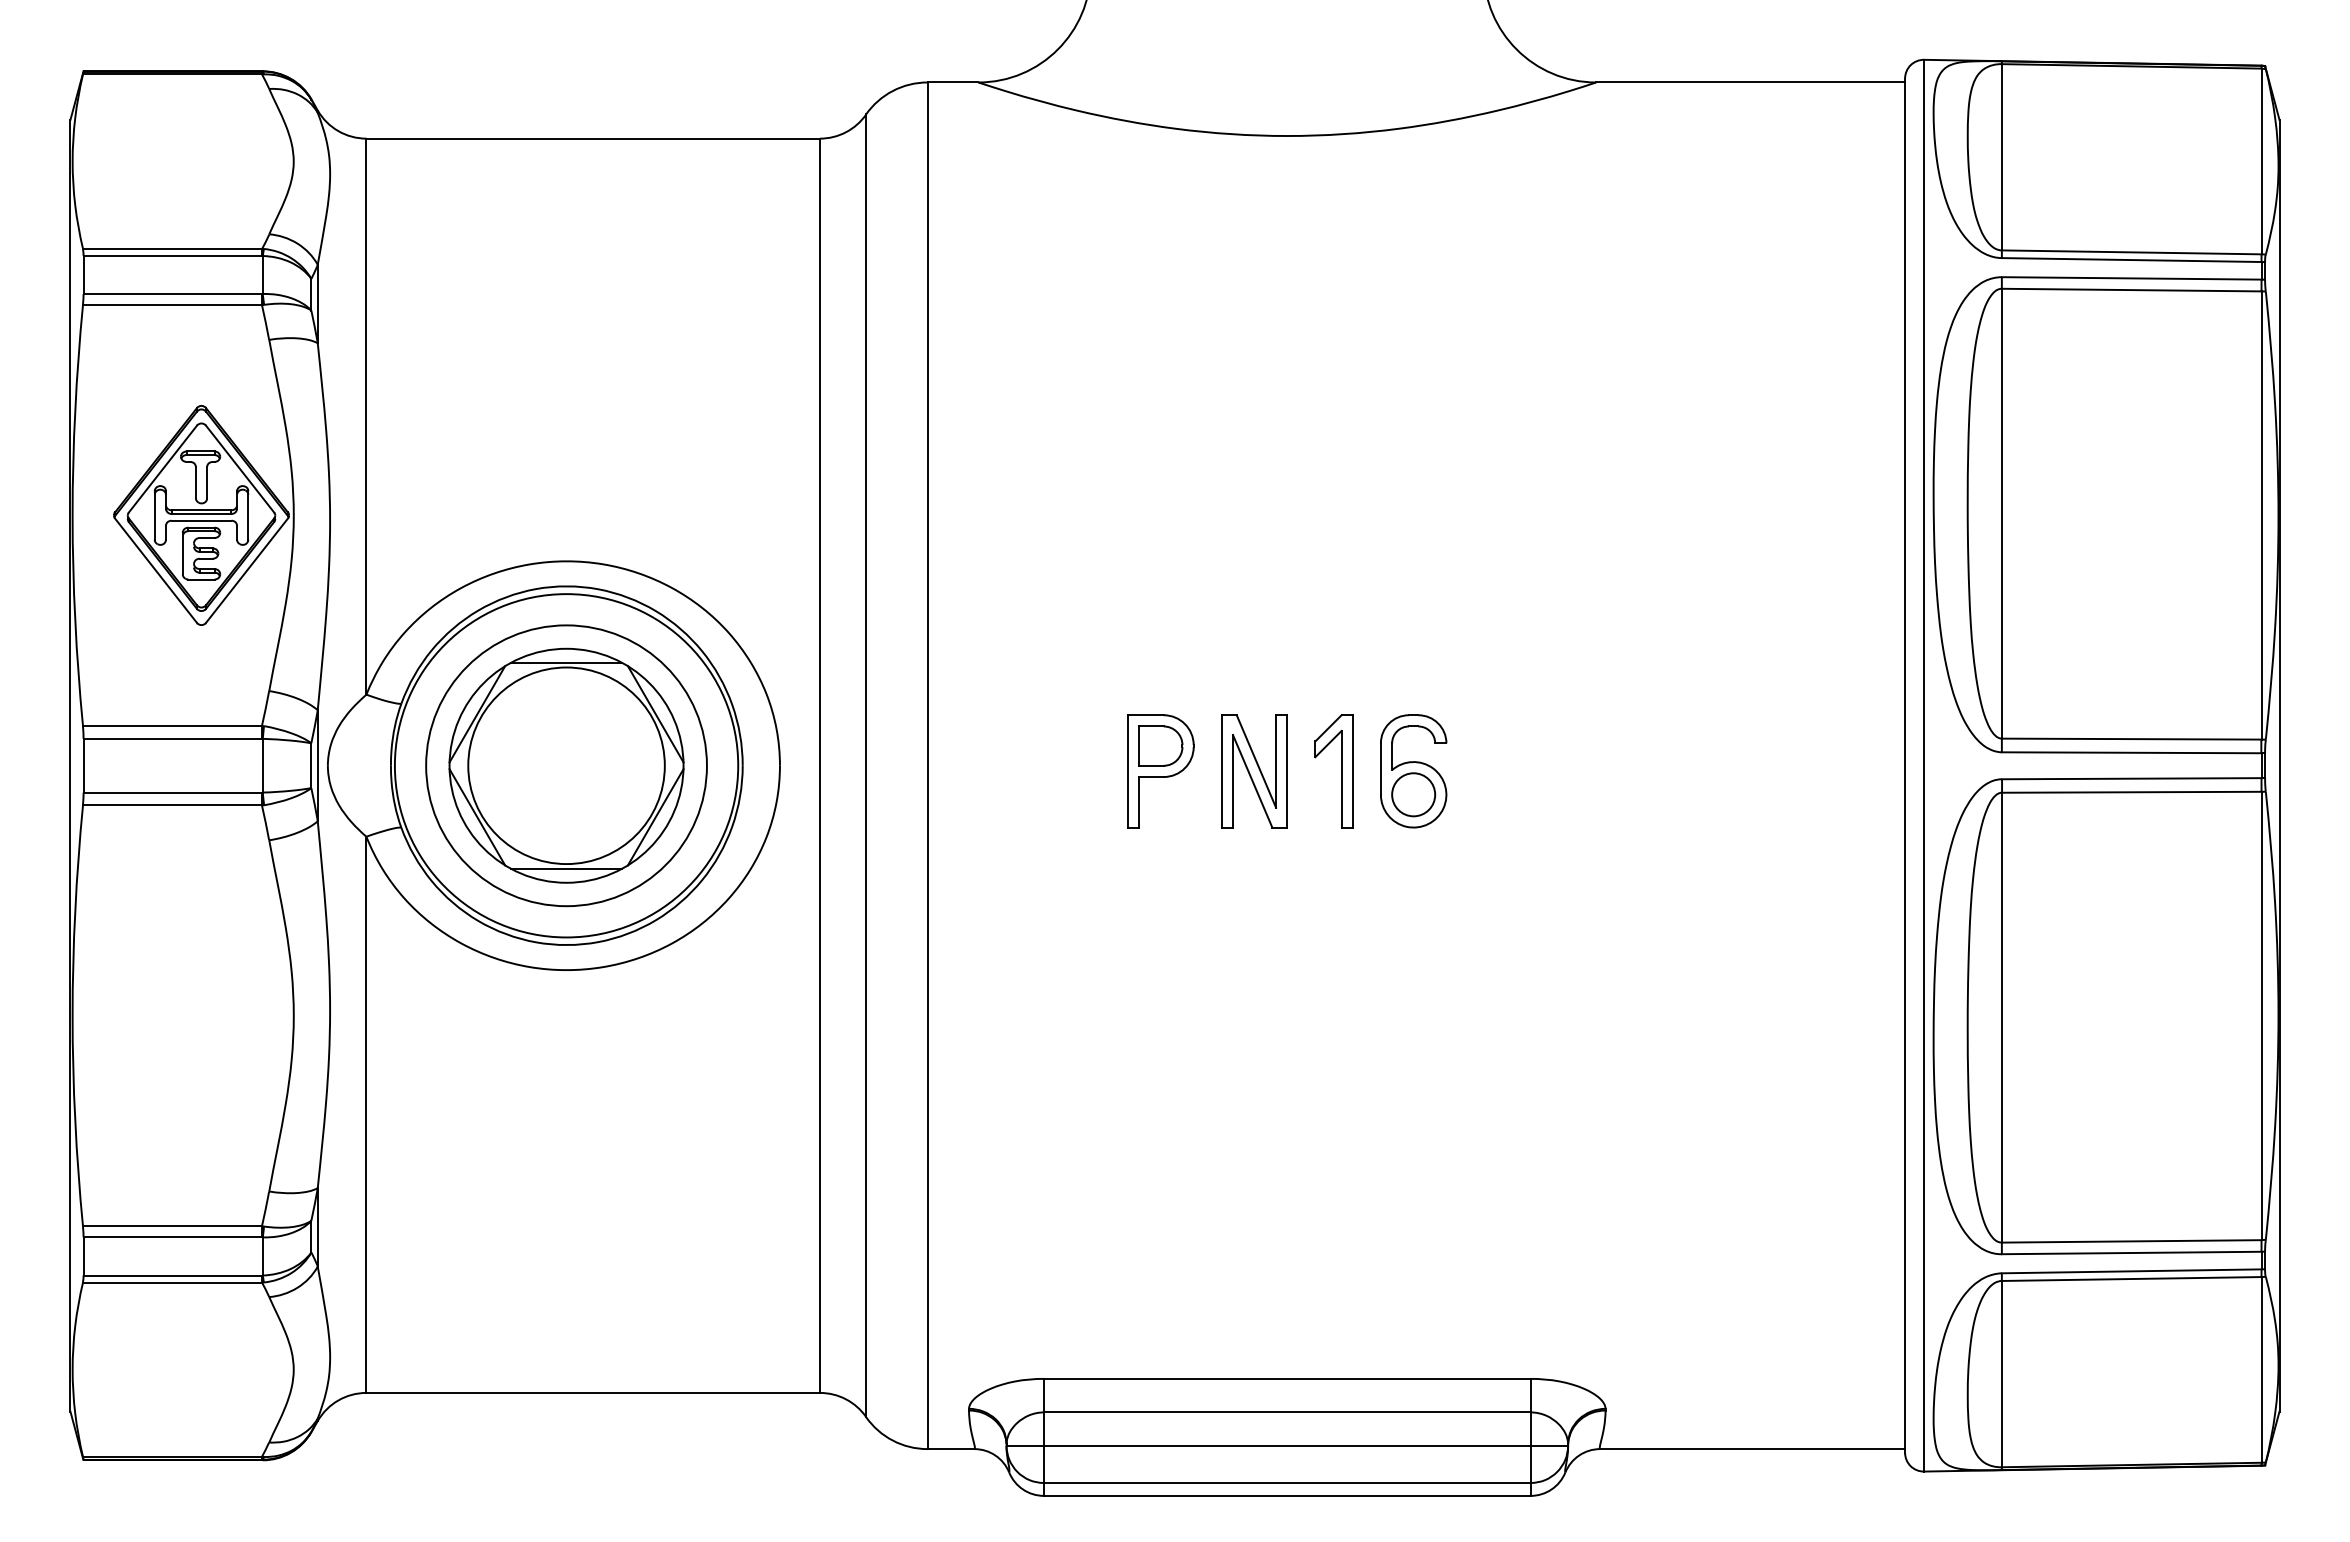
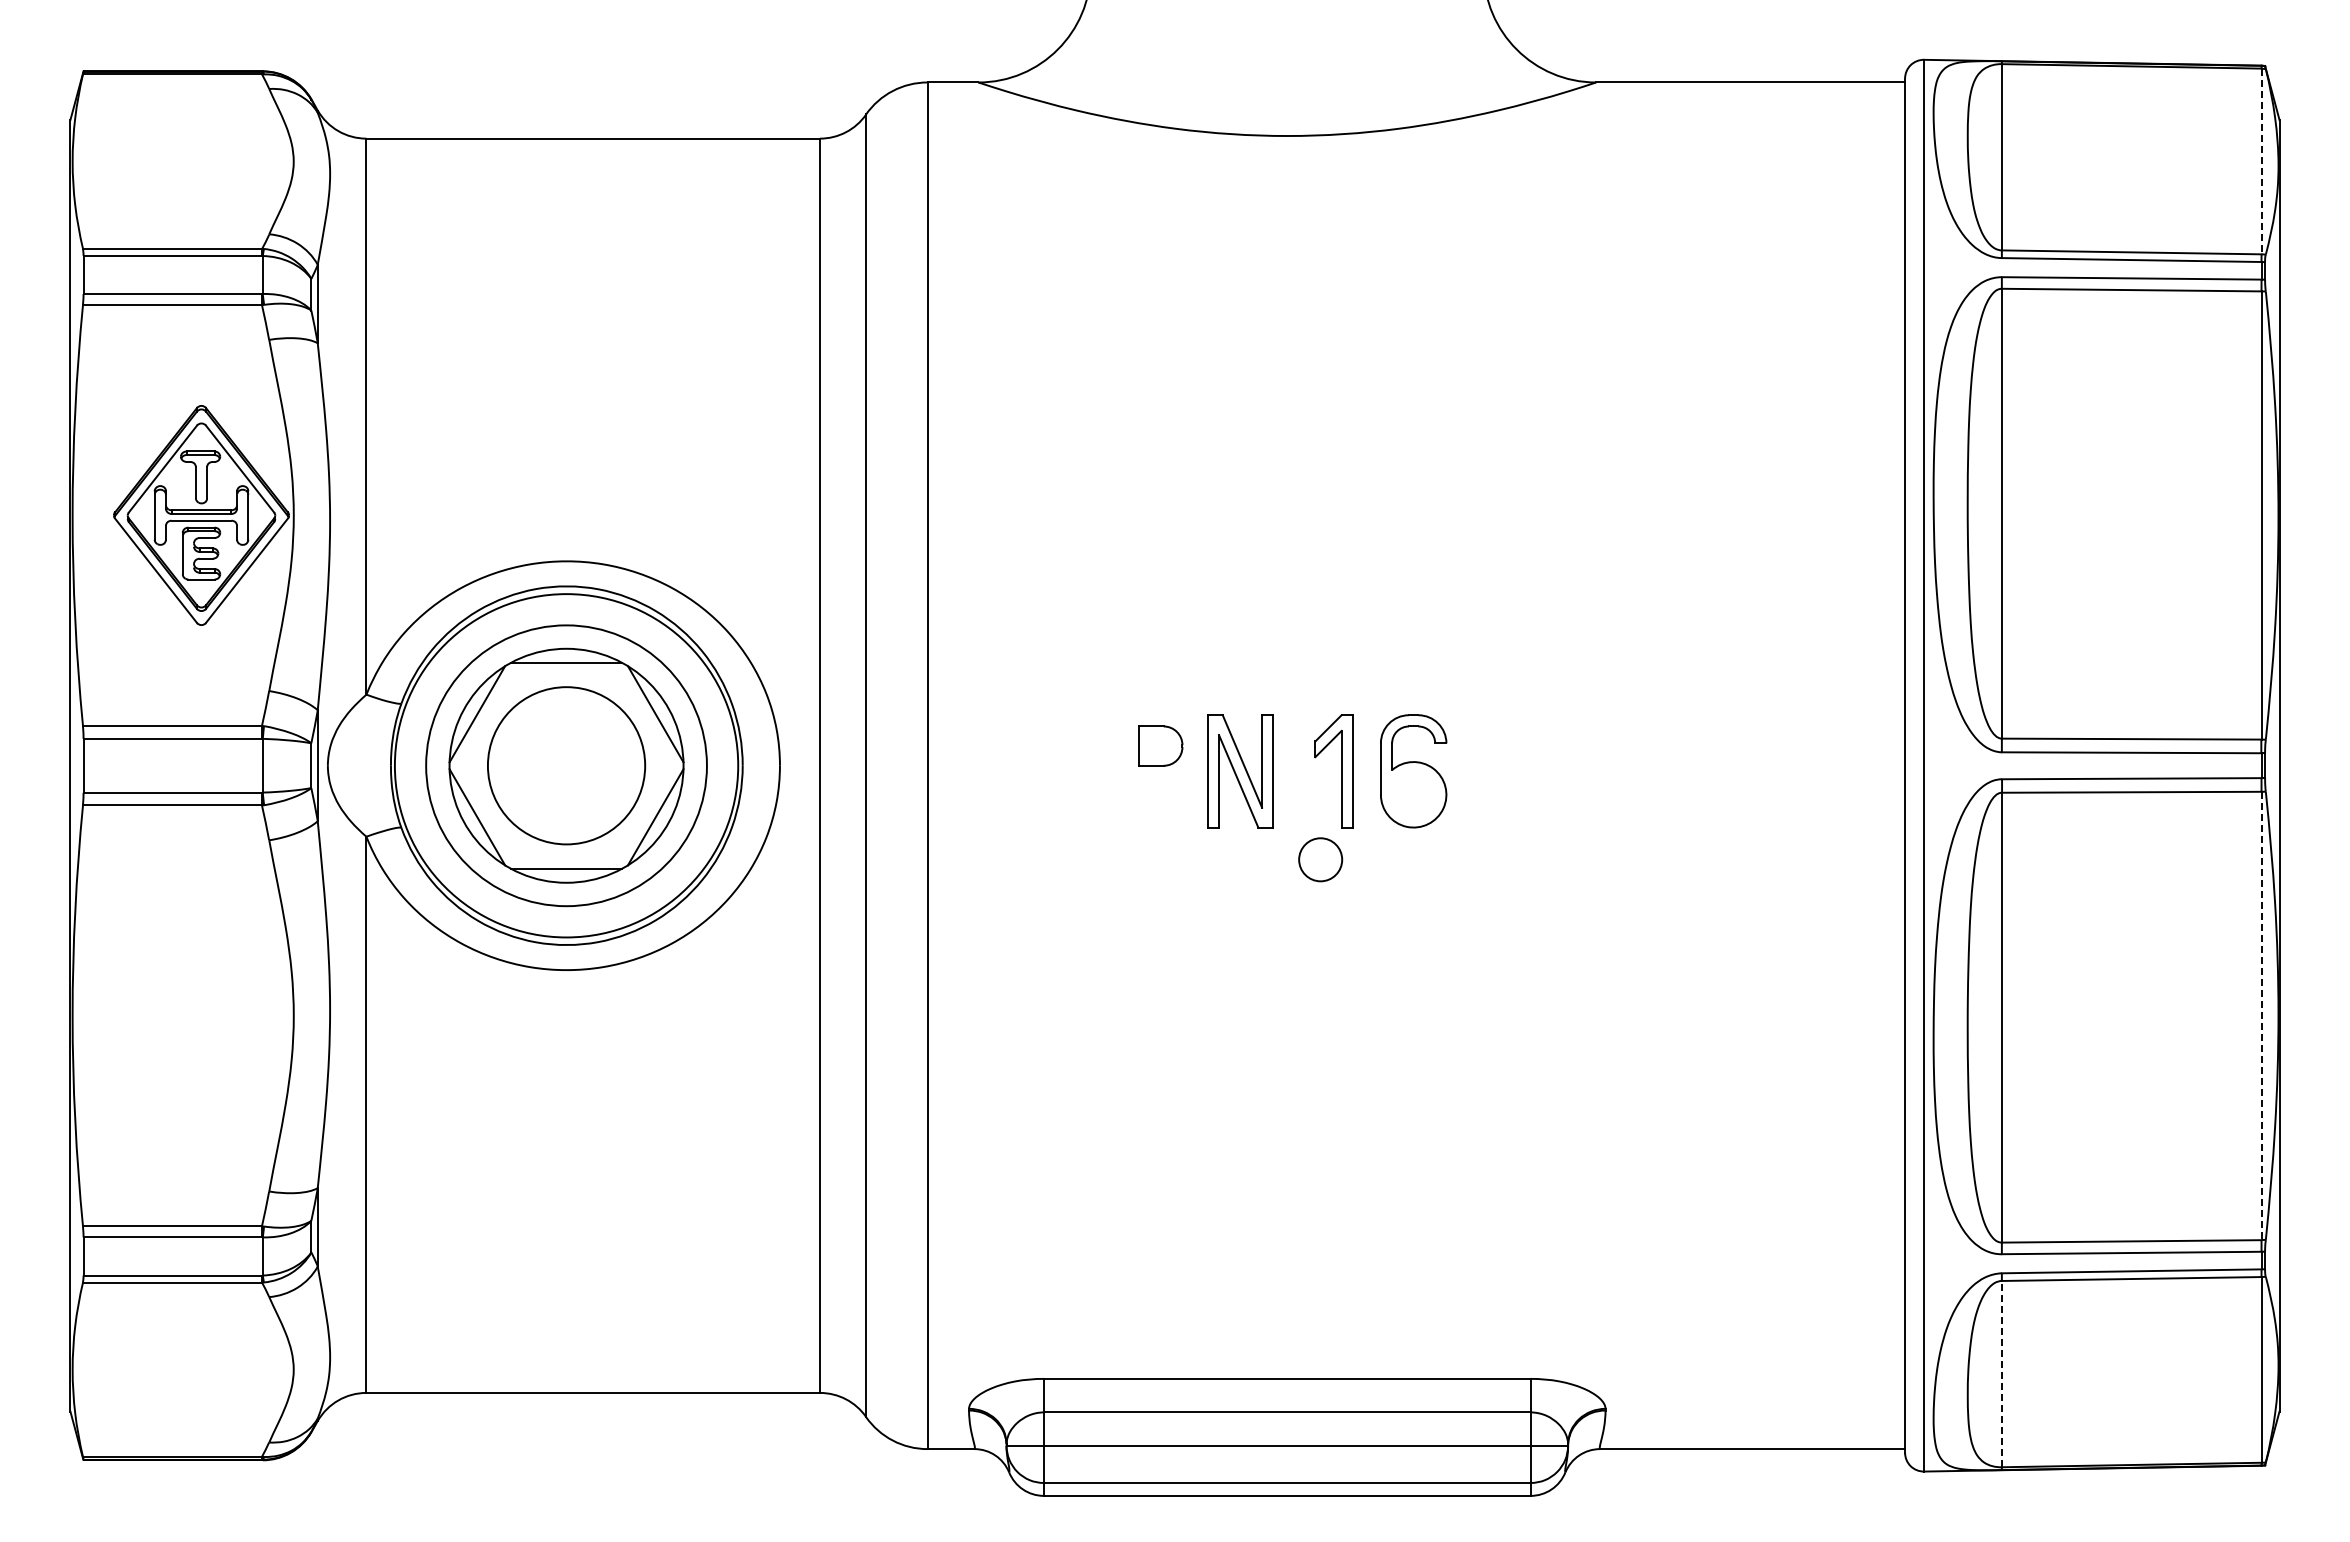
line at (2261, 161): solid -> dashed
circle at (566, 765) diameter: 197 px -> 157 px
part at (1160, 771): present -> none
part at (1254, 771) position: (1254, 771) -> (1240, 771)
circle at (1413, 794) position: (1413, 794) -> (1320, 859)
line at (2261, 1016): solid -> dashed
line at (2001, 1373): solid -> dashed
